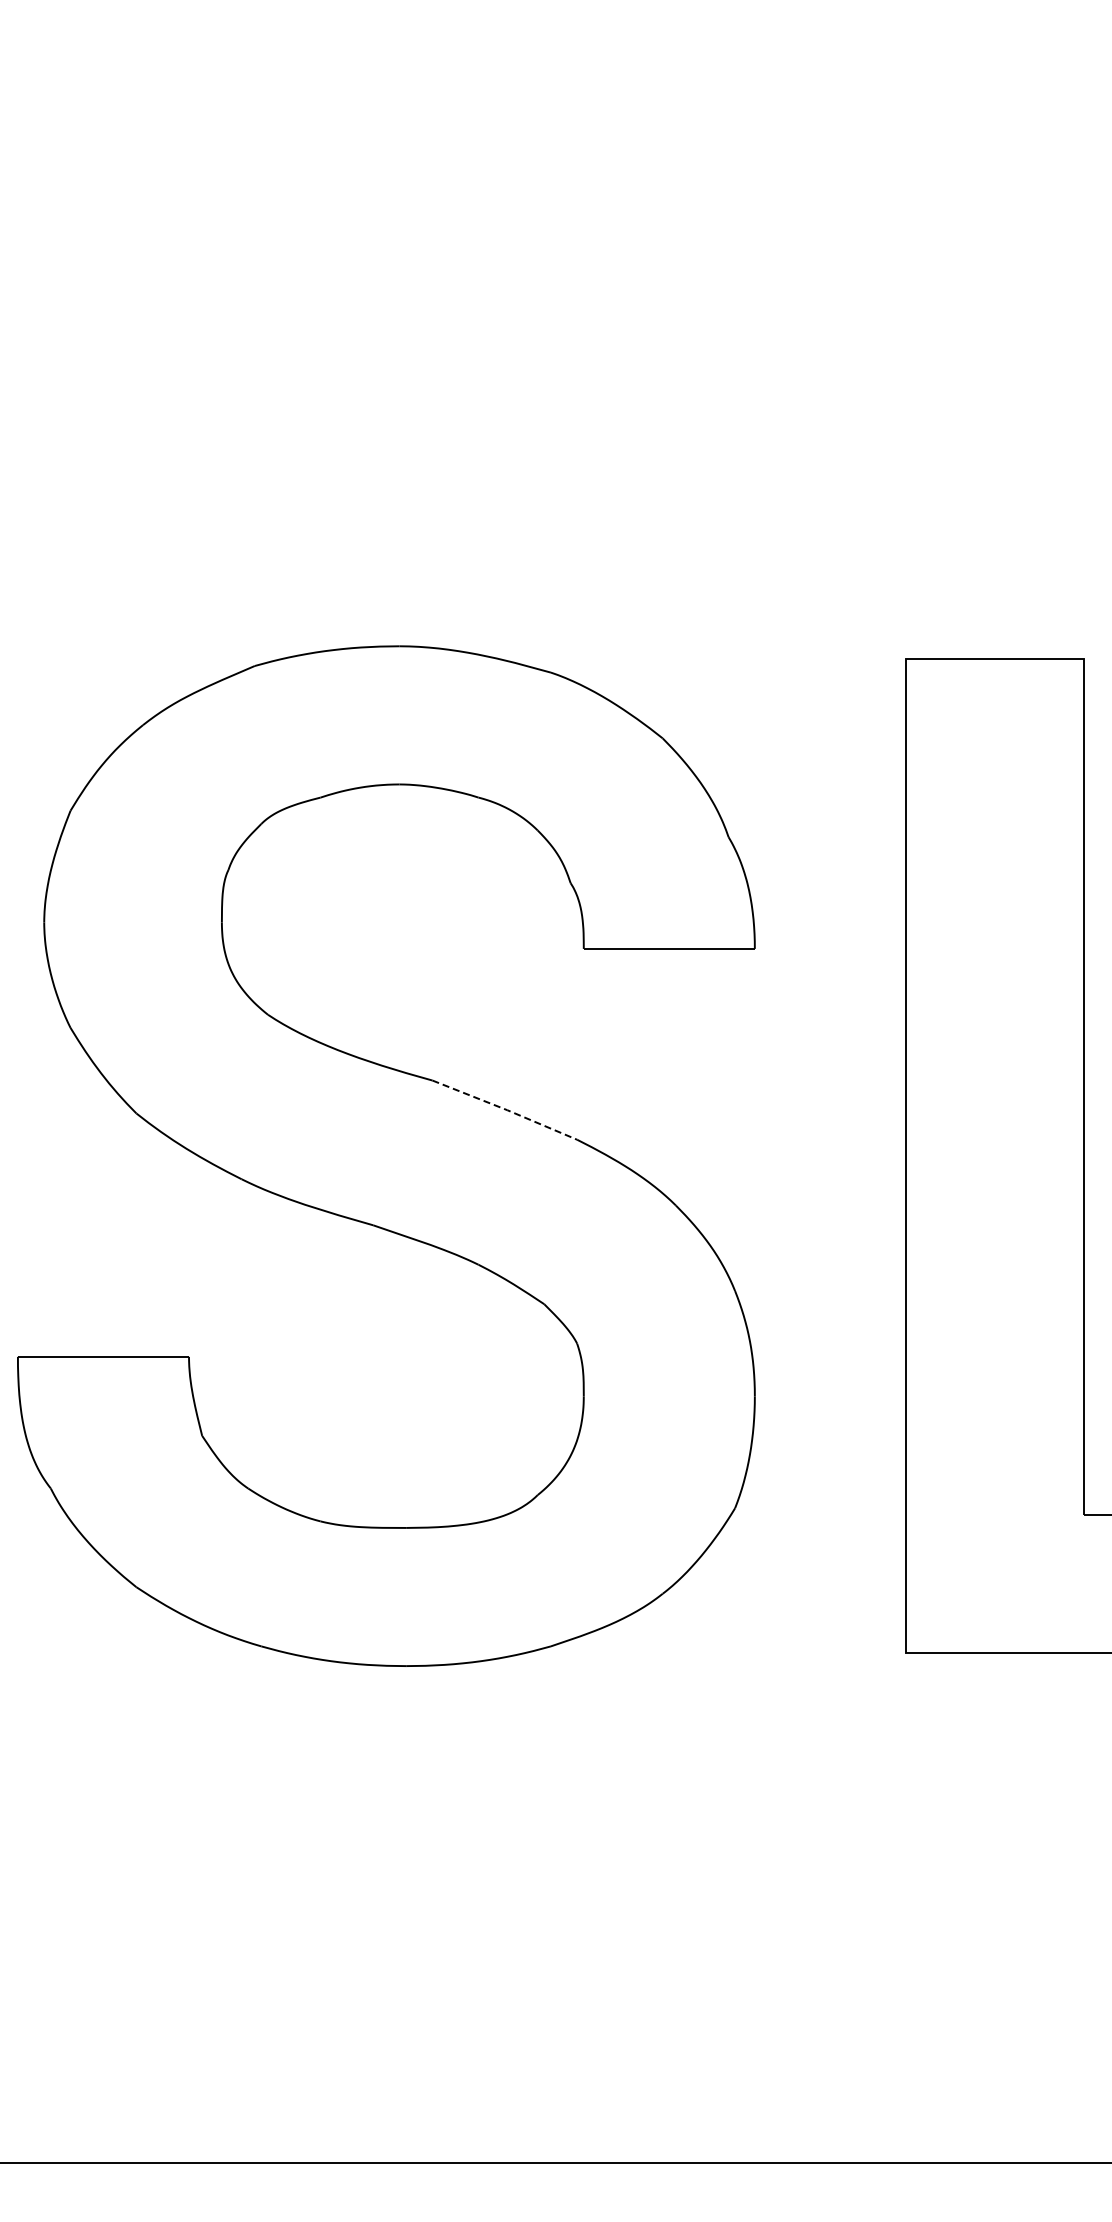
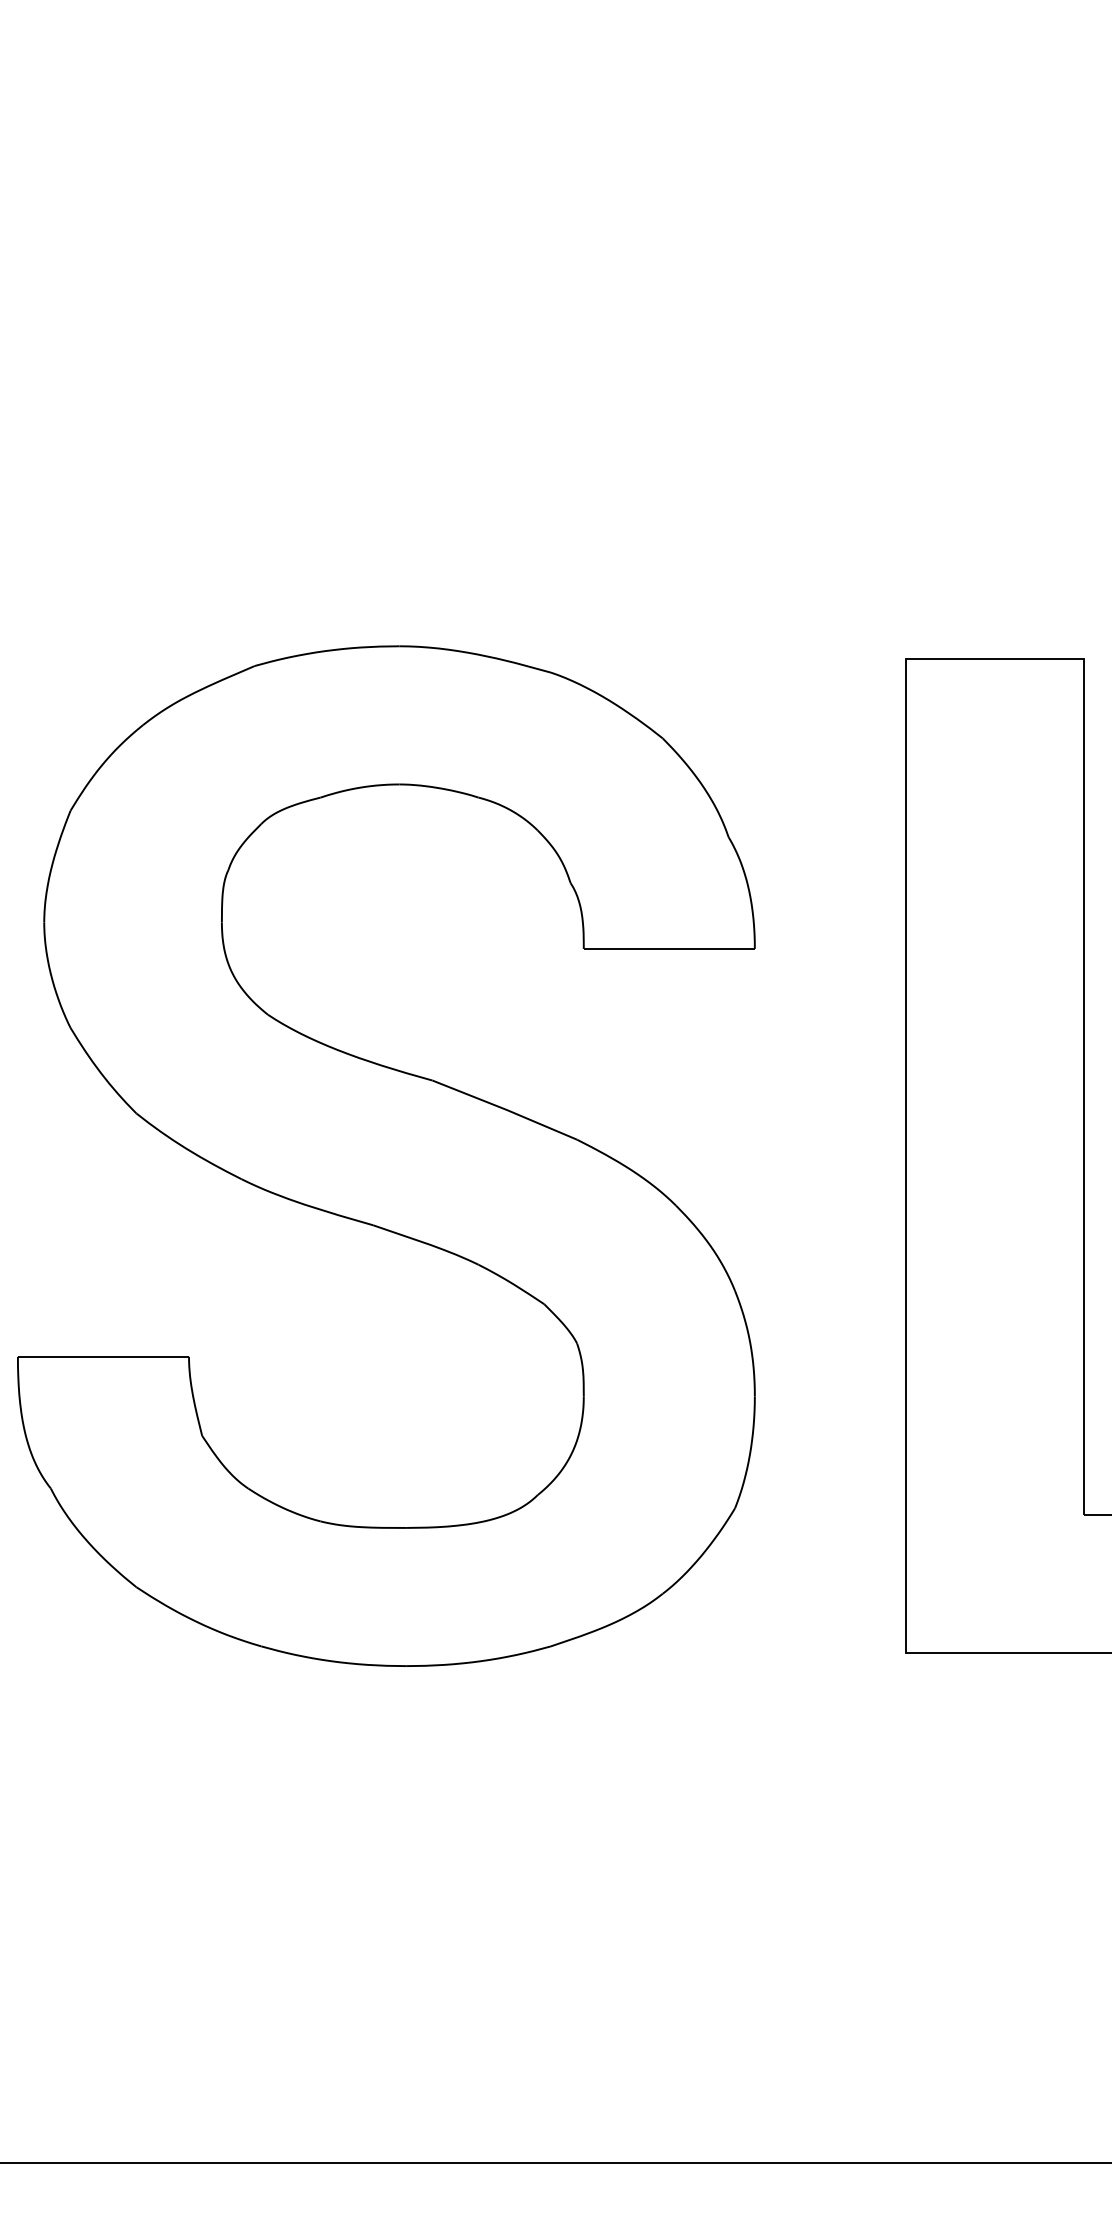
line at (505, 1109): dashed -> solid
